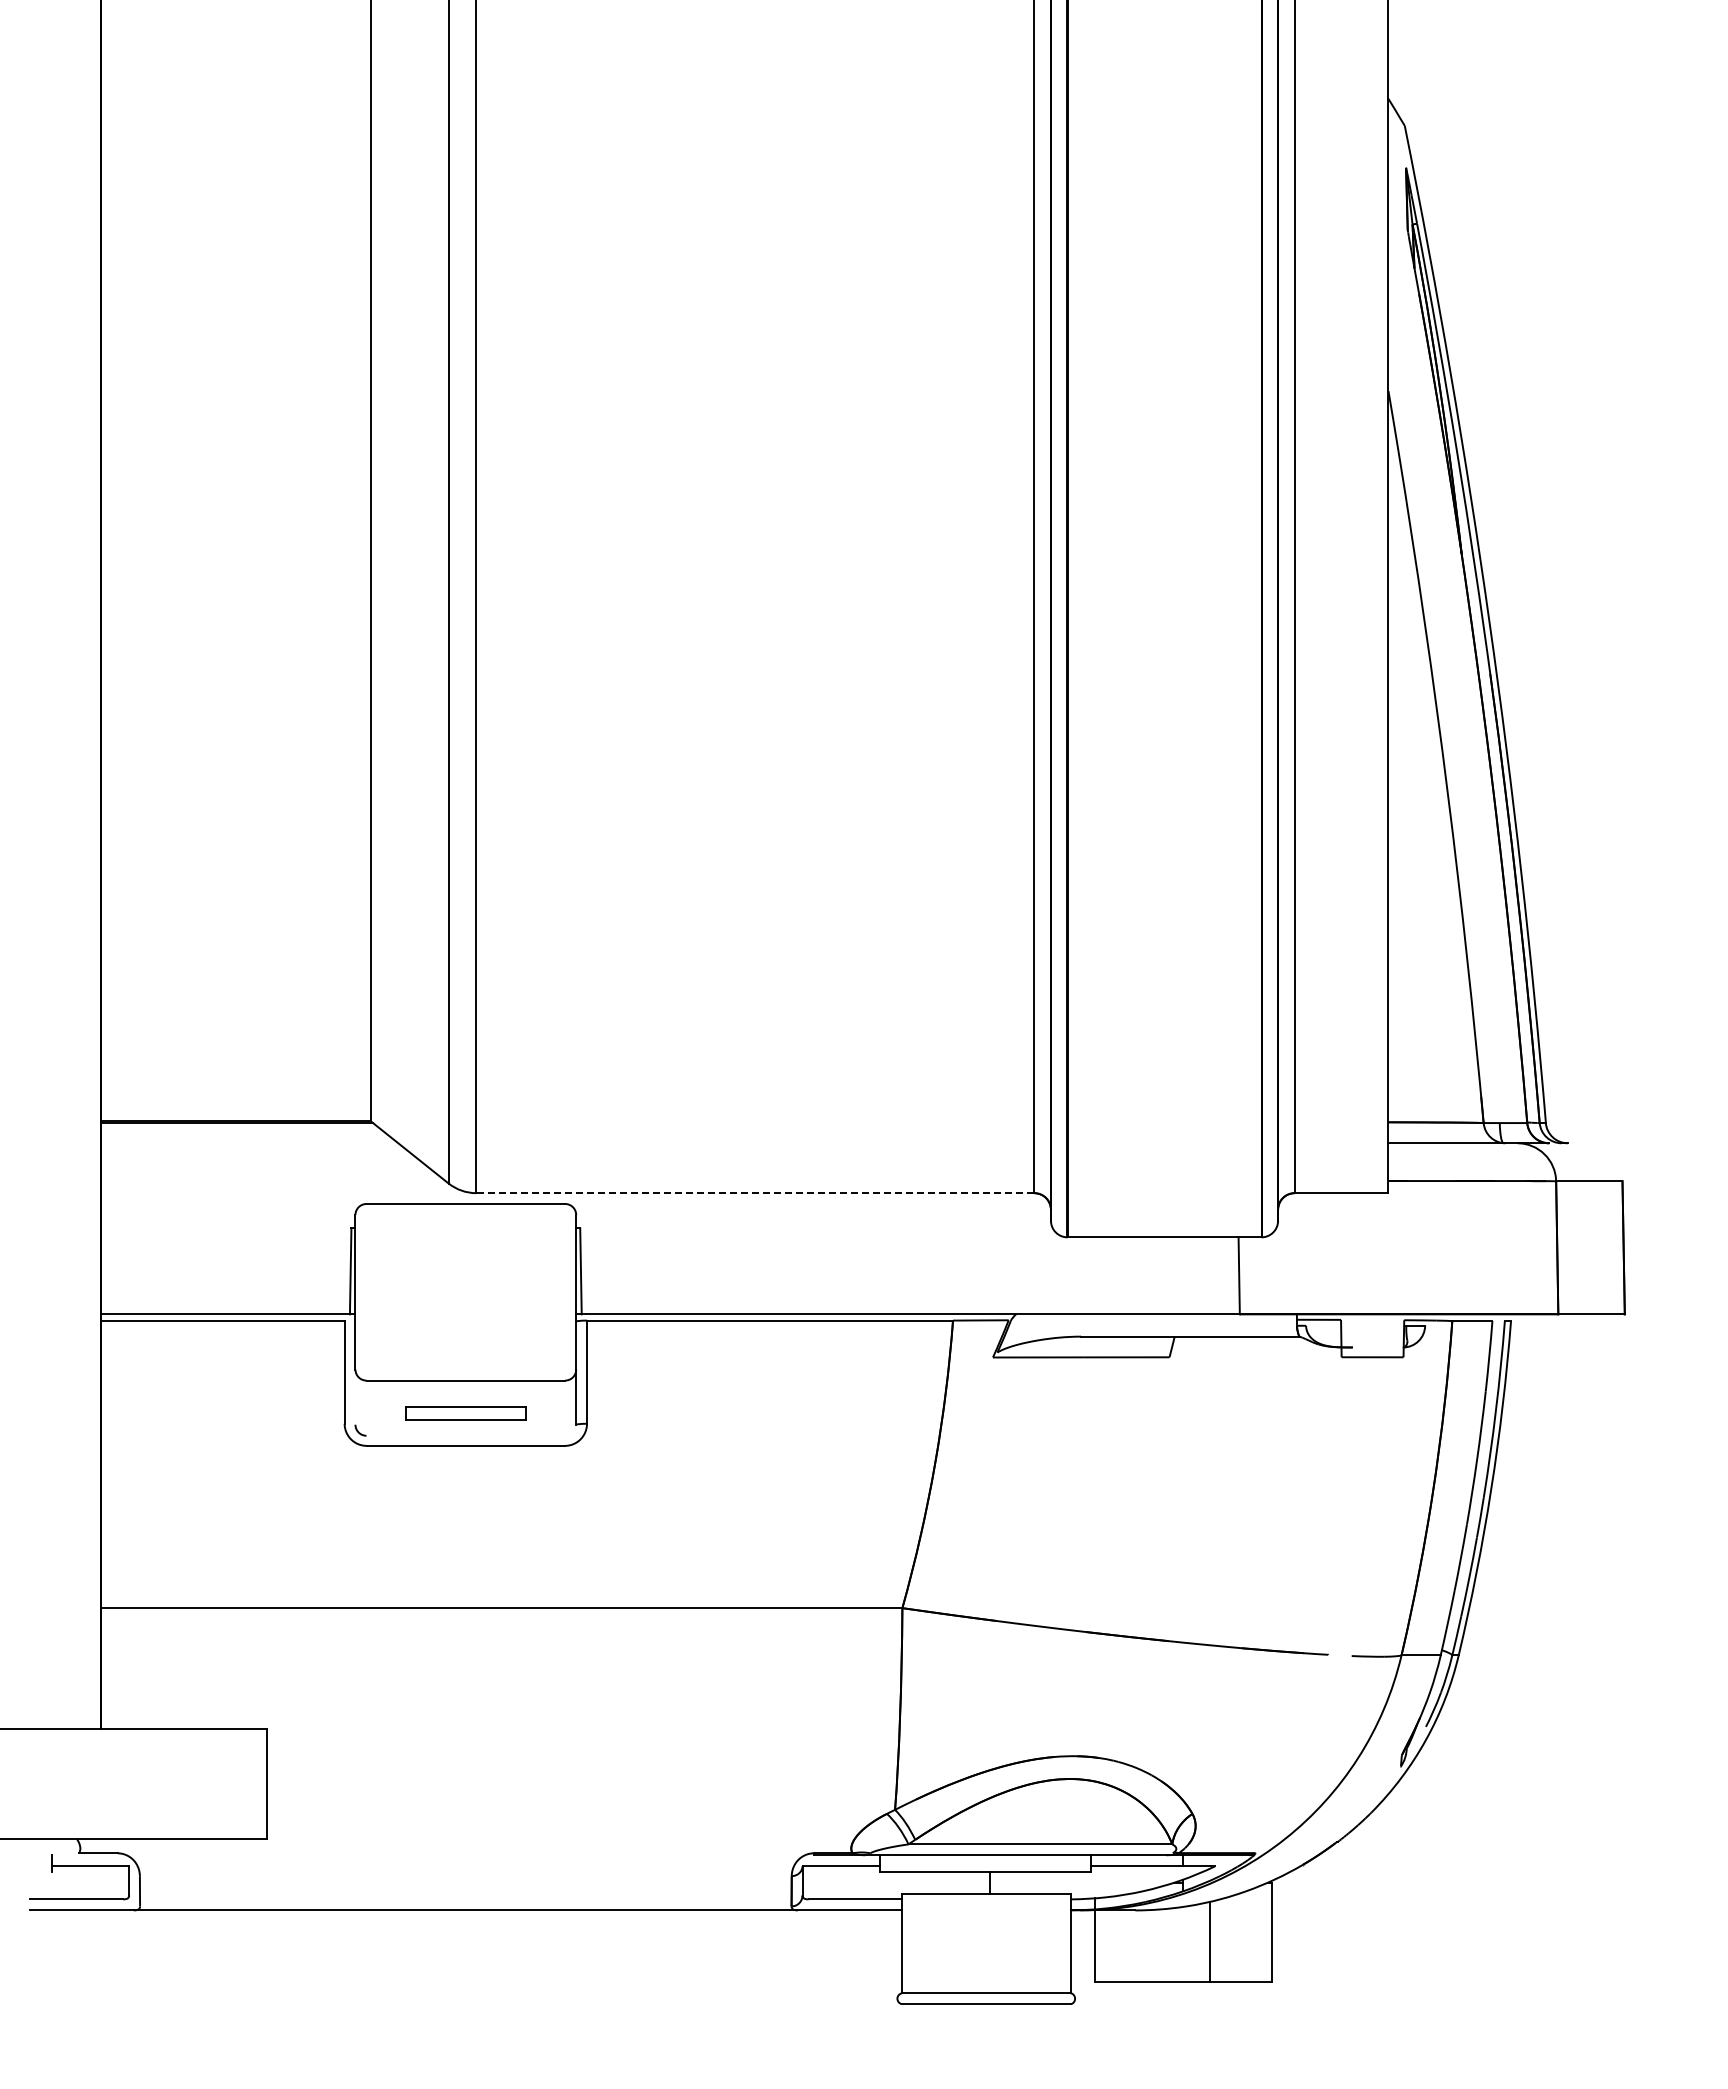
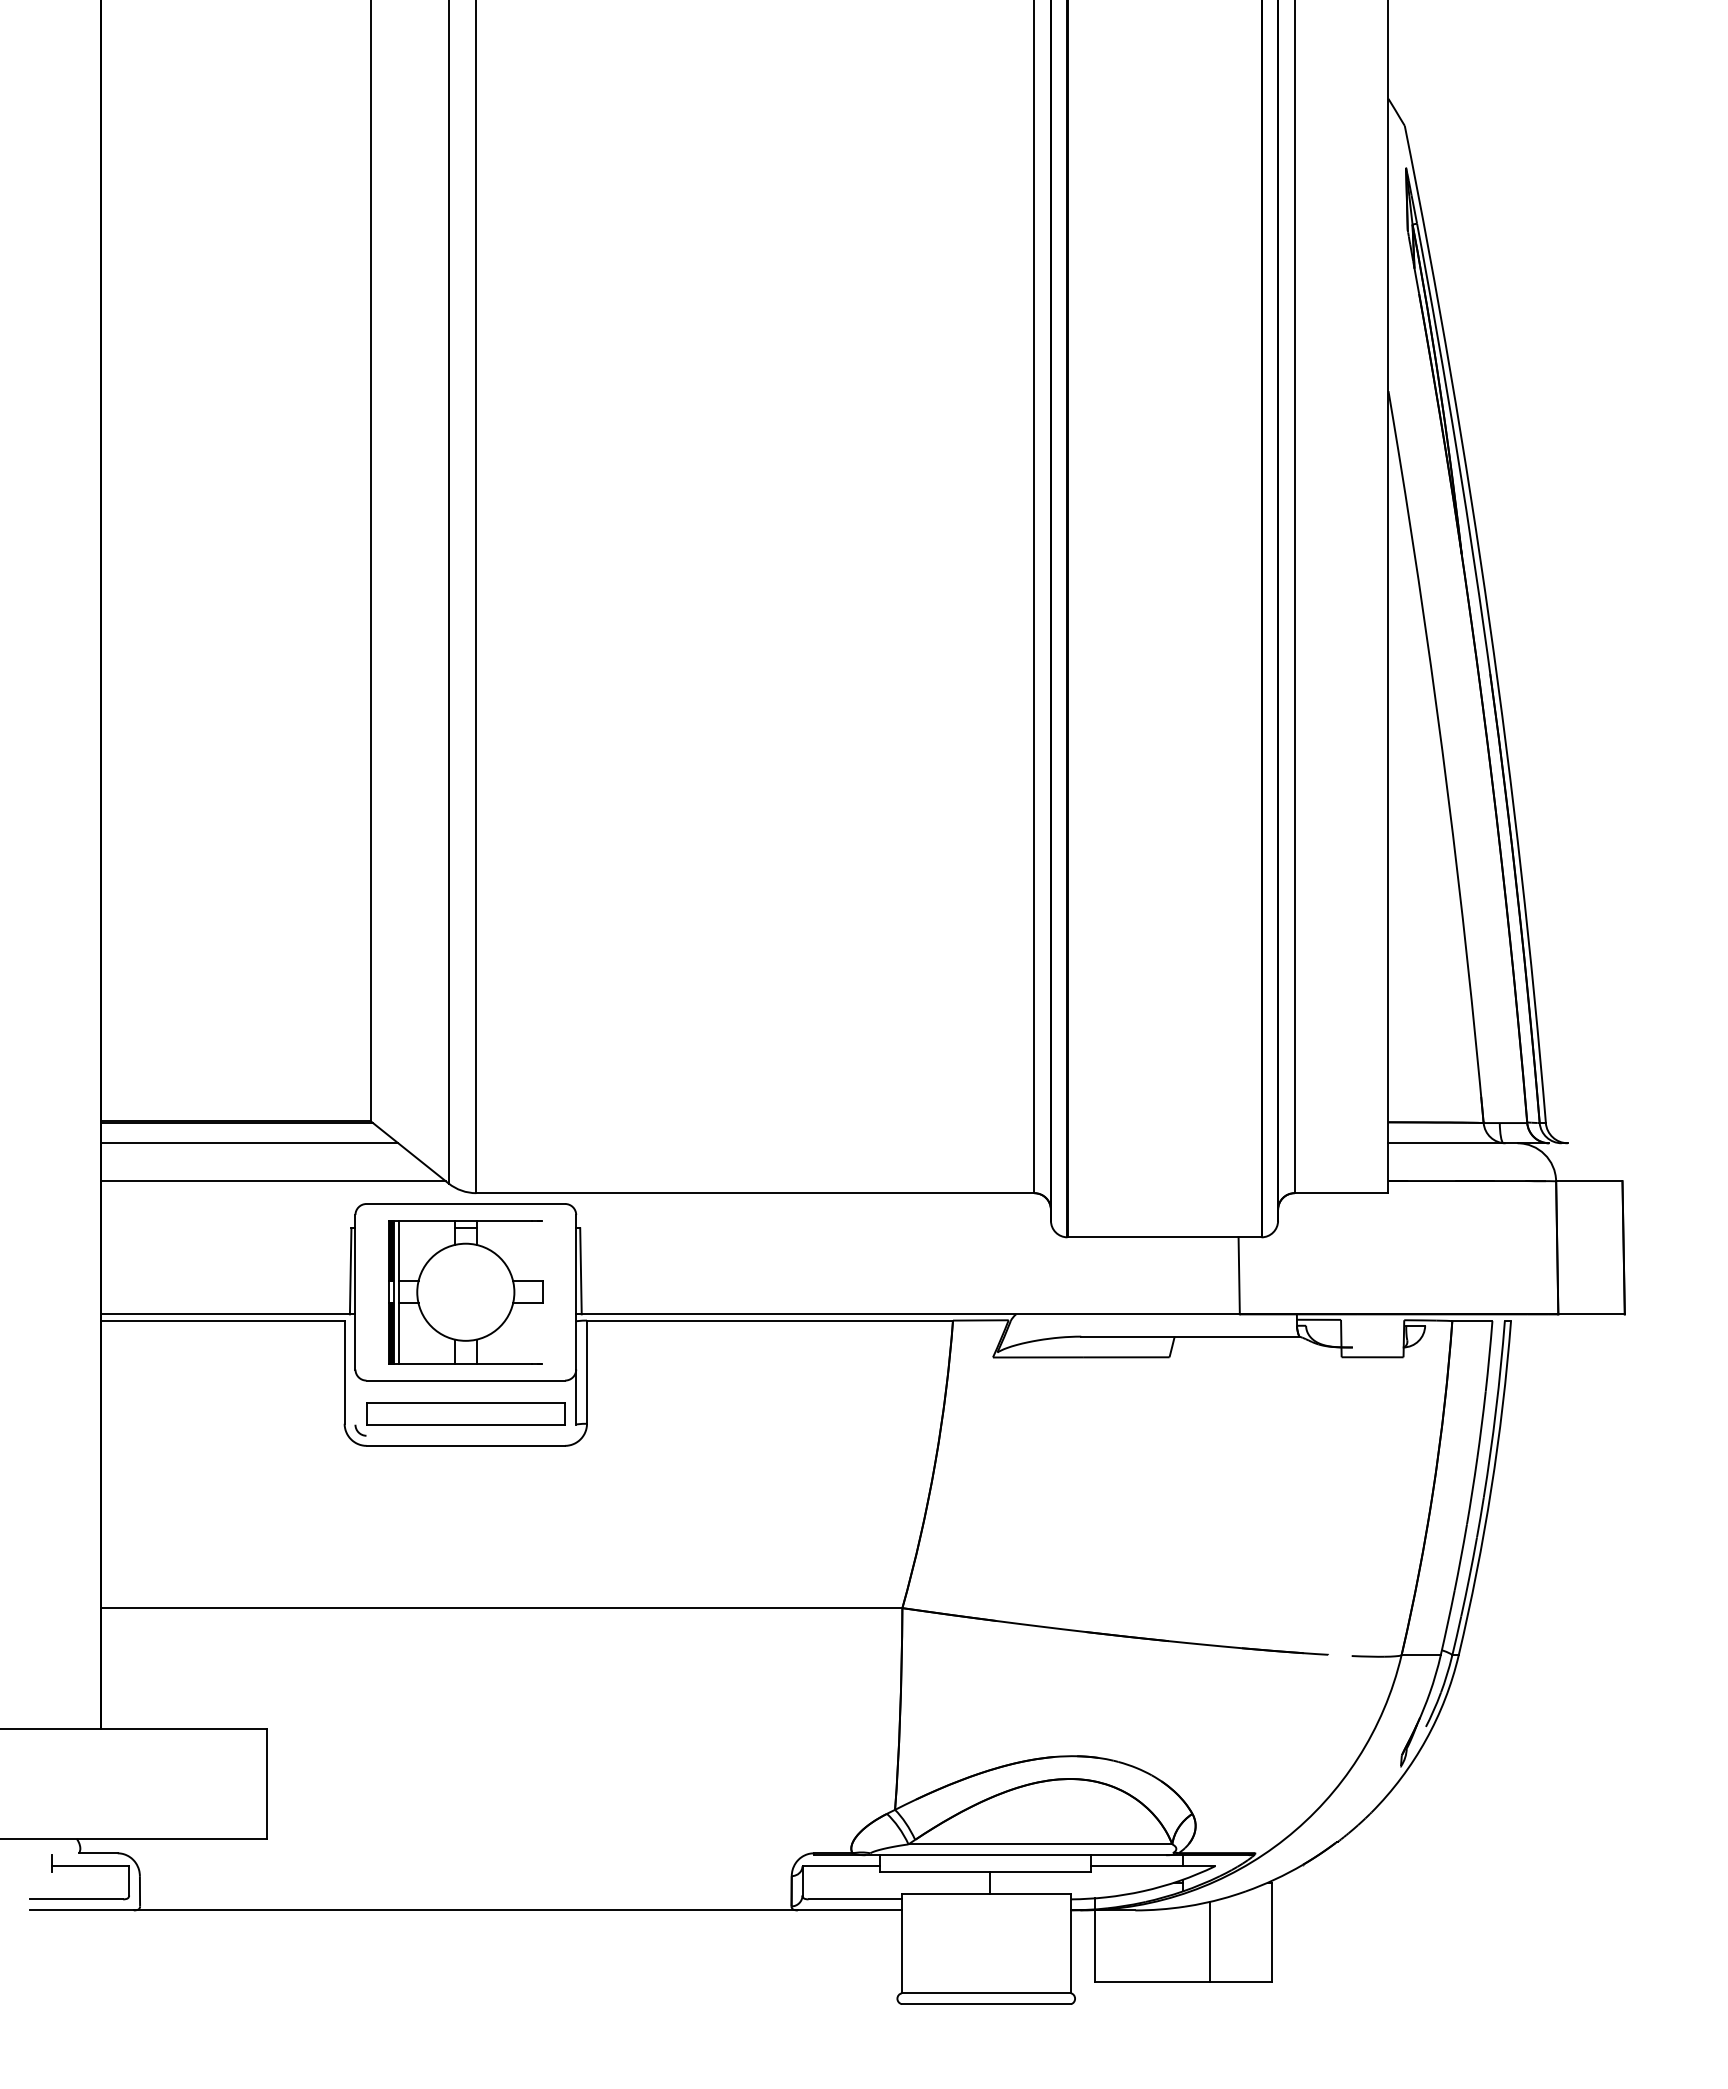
line at (249, 1143): none -> present
line at (273, 1181): none -> present
line at (754, 1193): dashed -> solid
part at (465, 1292): none -> present
part at (465, 1413) size: 122x15 px -> 200x24 px
